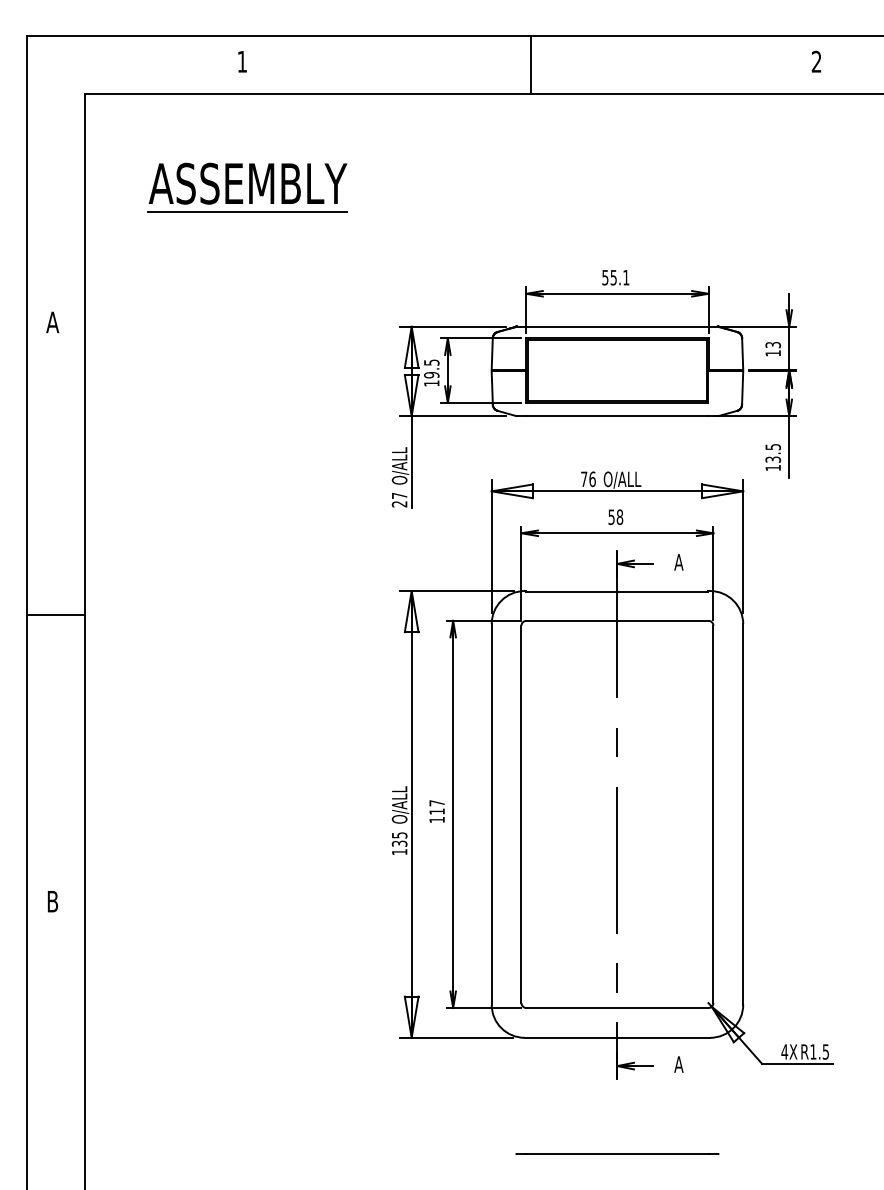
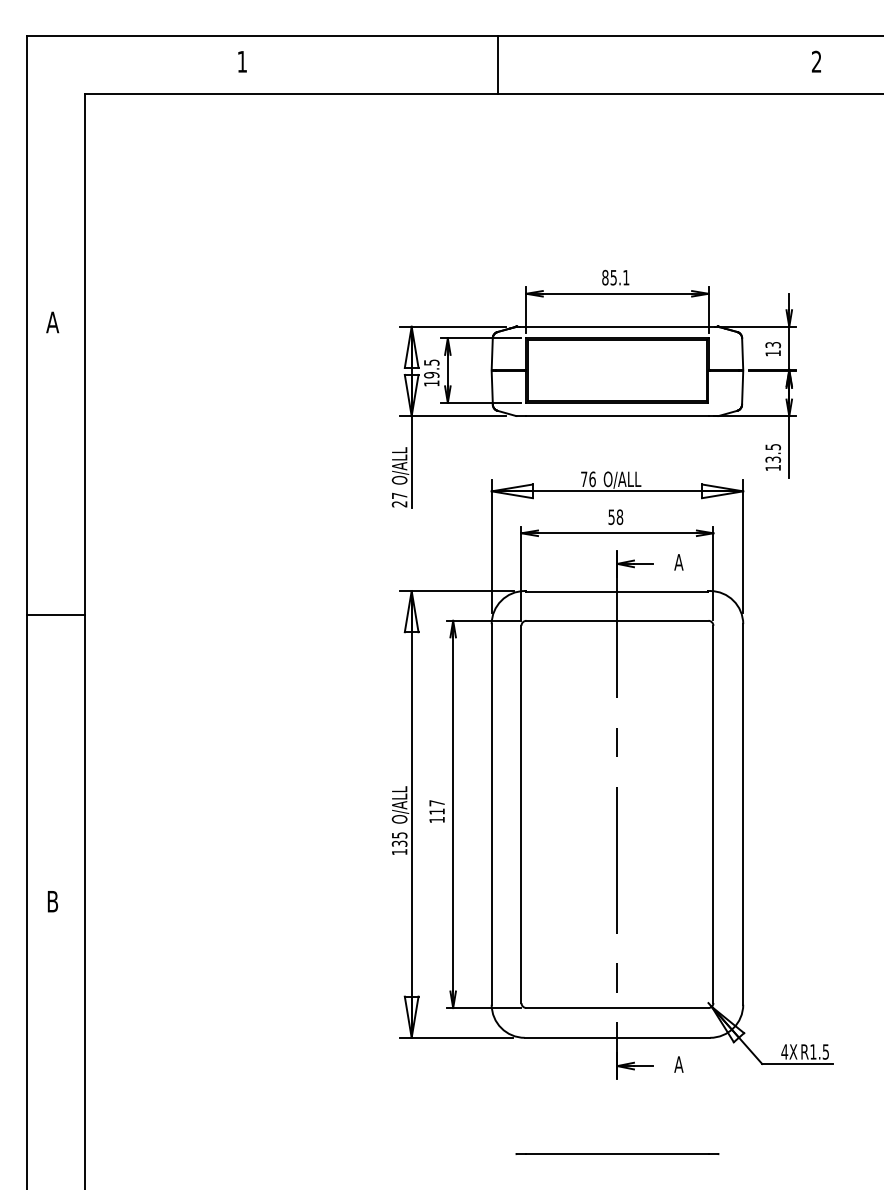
line at (530, 64) position: (530, 64) -> (497, 64)
part at (247, 187): present -> none
text at (605, 277): 55.1 -> 85.1
